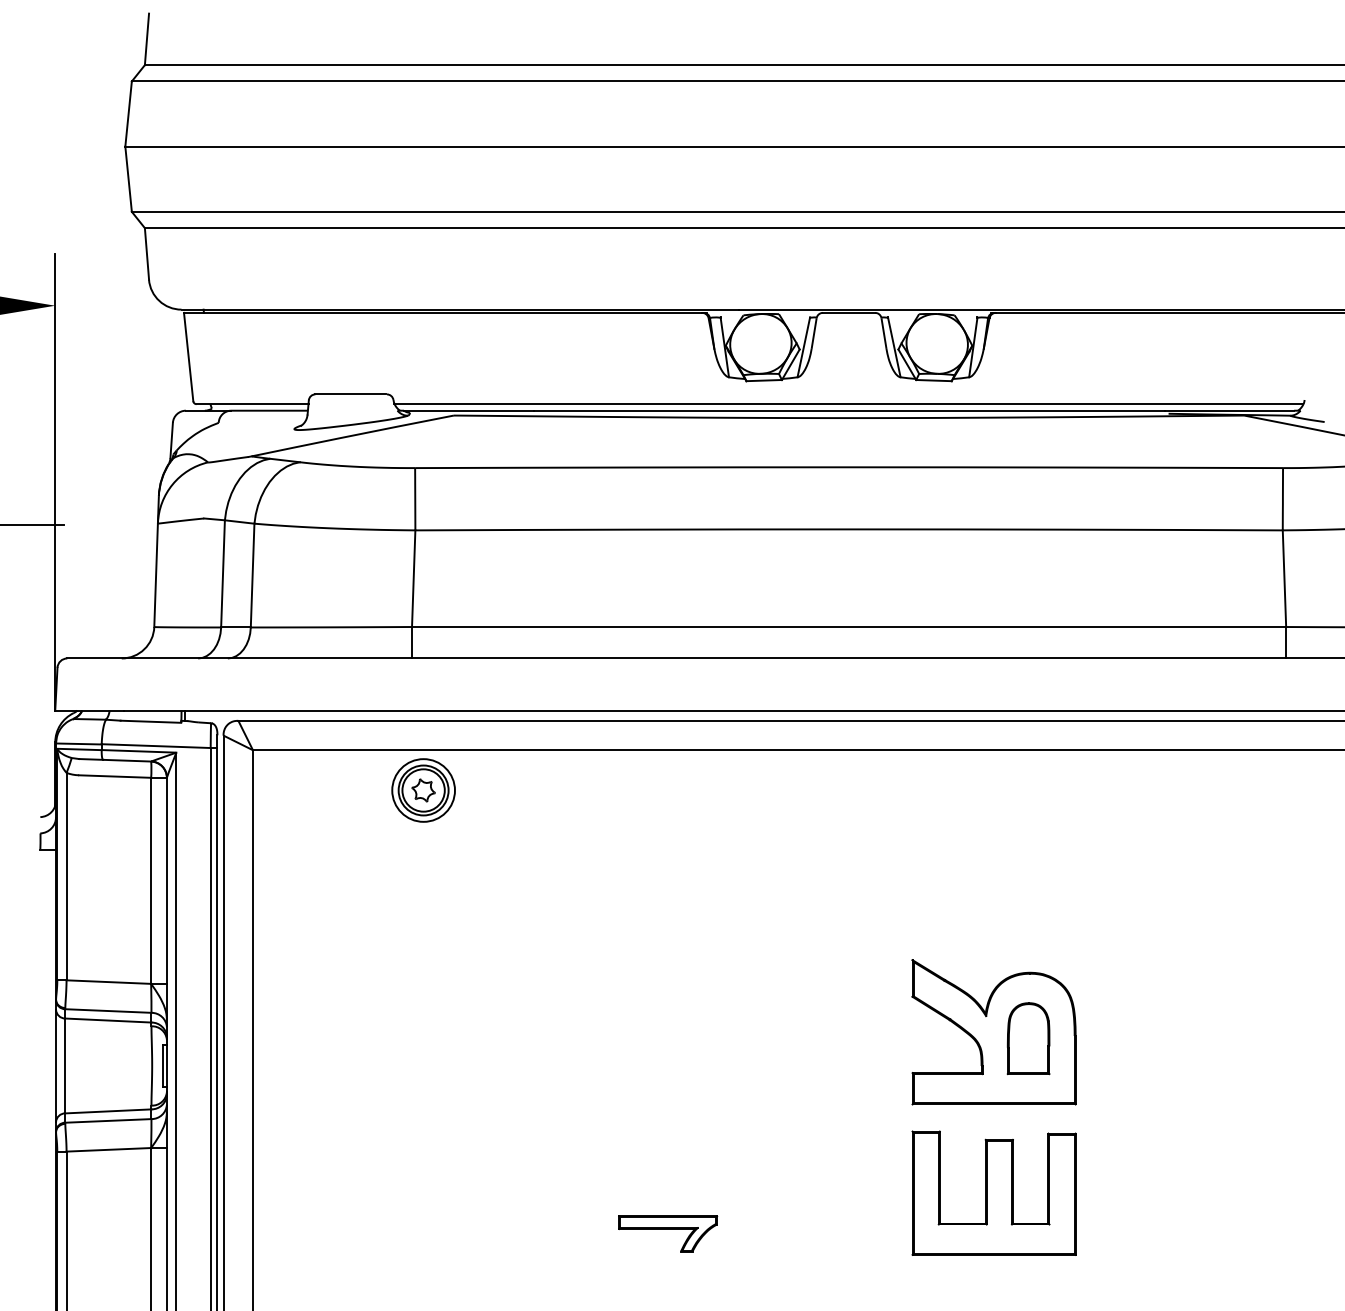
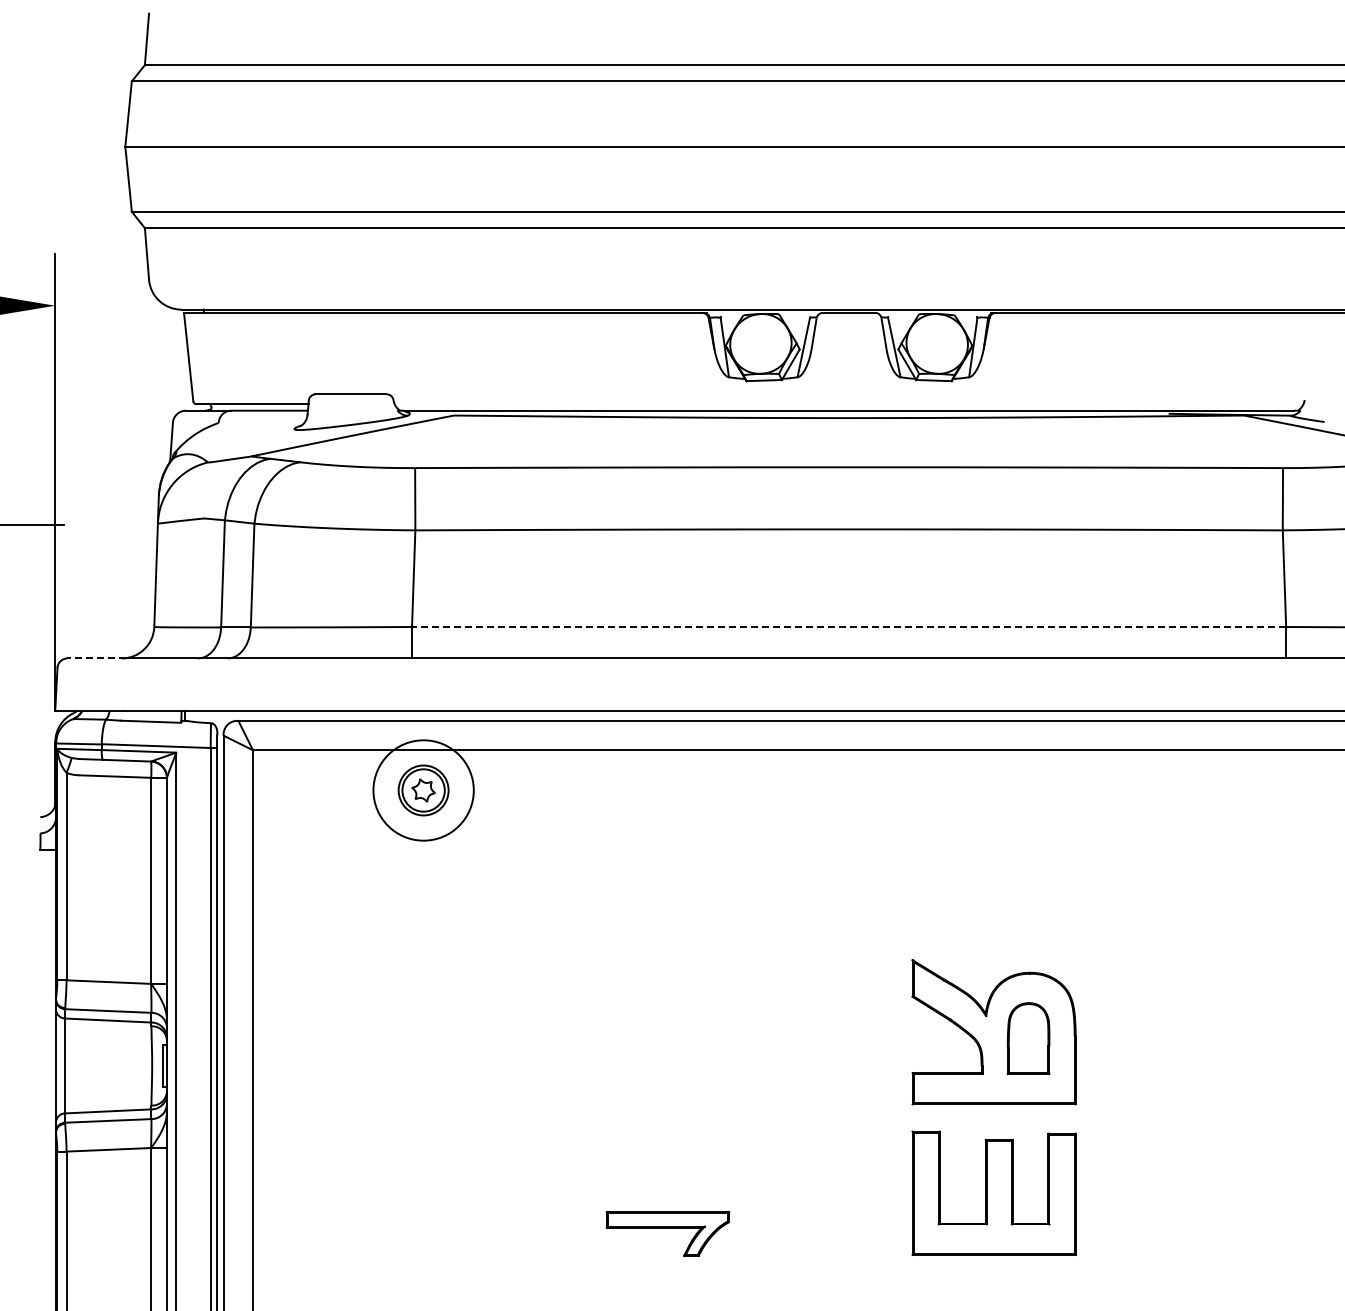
line at (848, 404): present -> none
line at (848, 627): solid -> dashed
line at (96, 658): solid -> dashed
circle at (423, 790) diameter: 63 px -> 100 px
part at (668, 1233) size: 101x38 px -> 126x46 px
